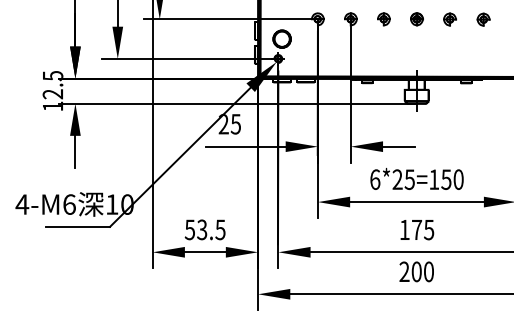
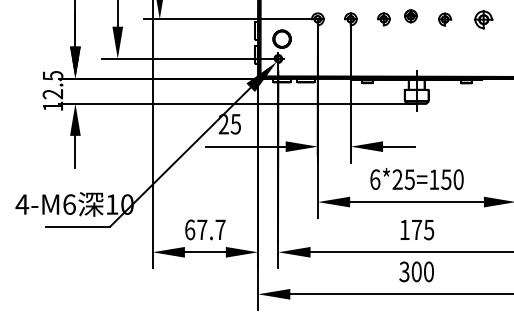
part at (416, 19) position: (416, 19) -> (410, 16)
part at (449, 19) position: (449, 19) -> (444, 19)
part at (483, 19) size: 15x15 px -> 21x20 px
text at (204, 229): 53.5 -> 67.7
text at (404, 272): 200 -> 300
